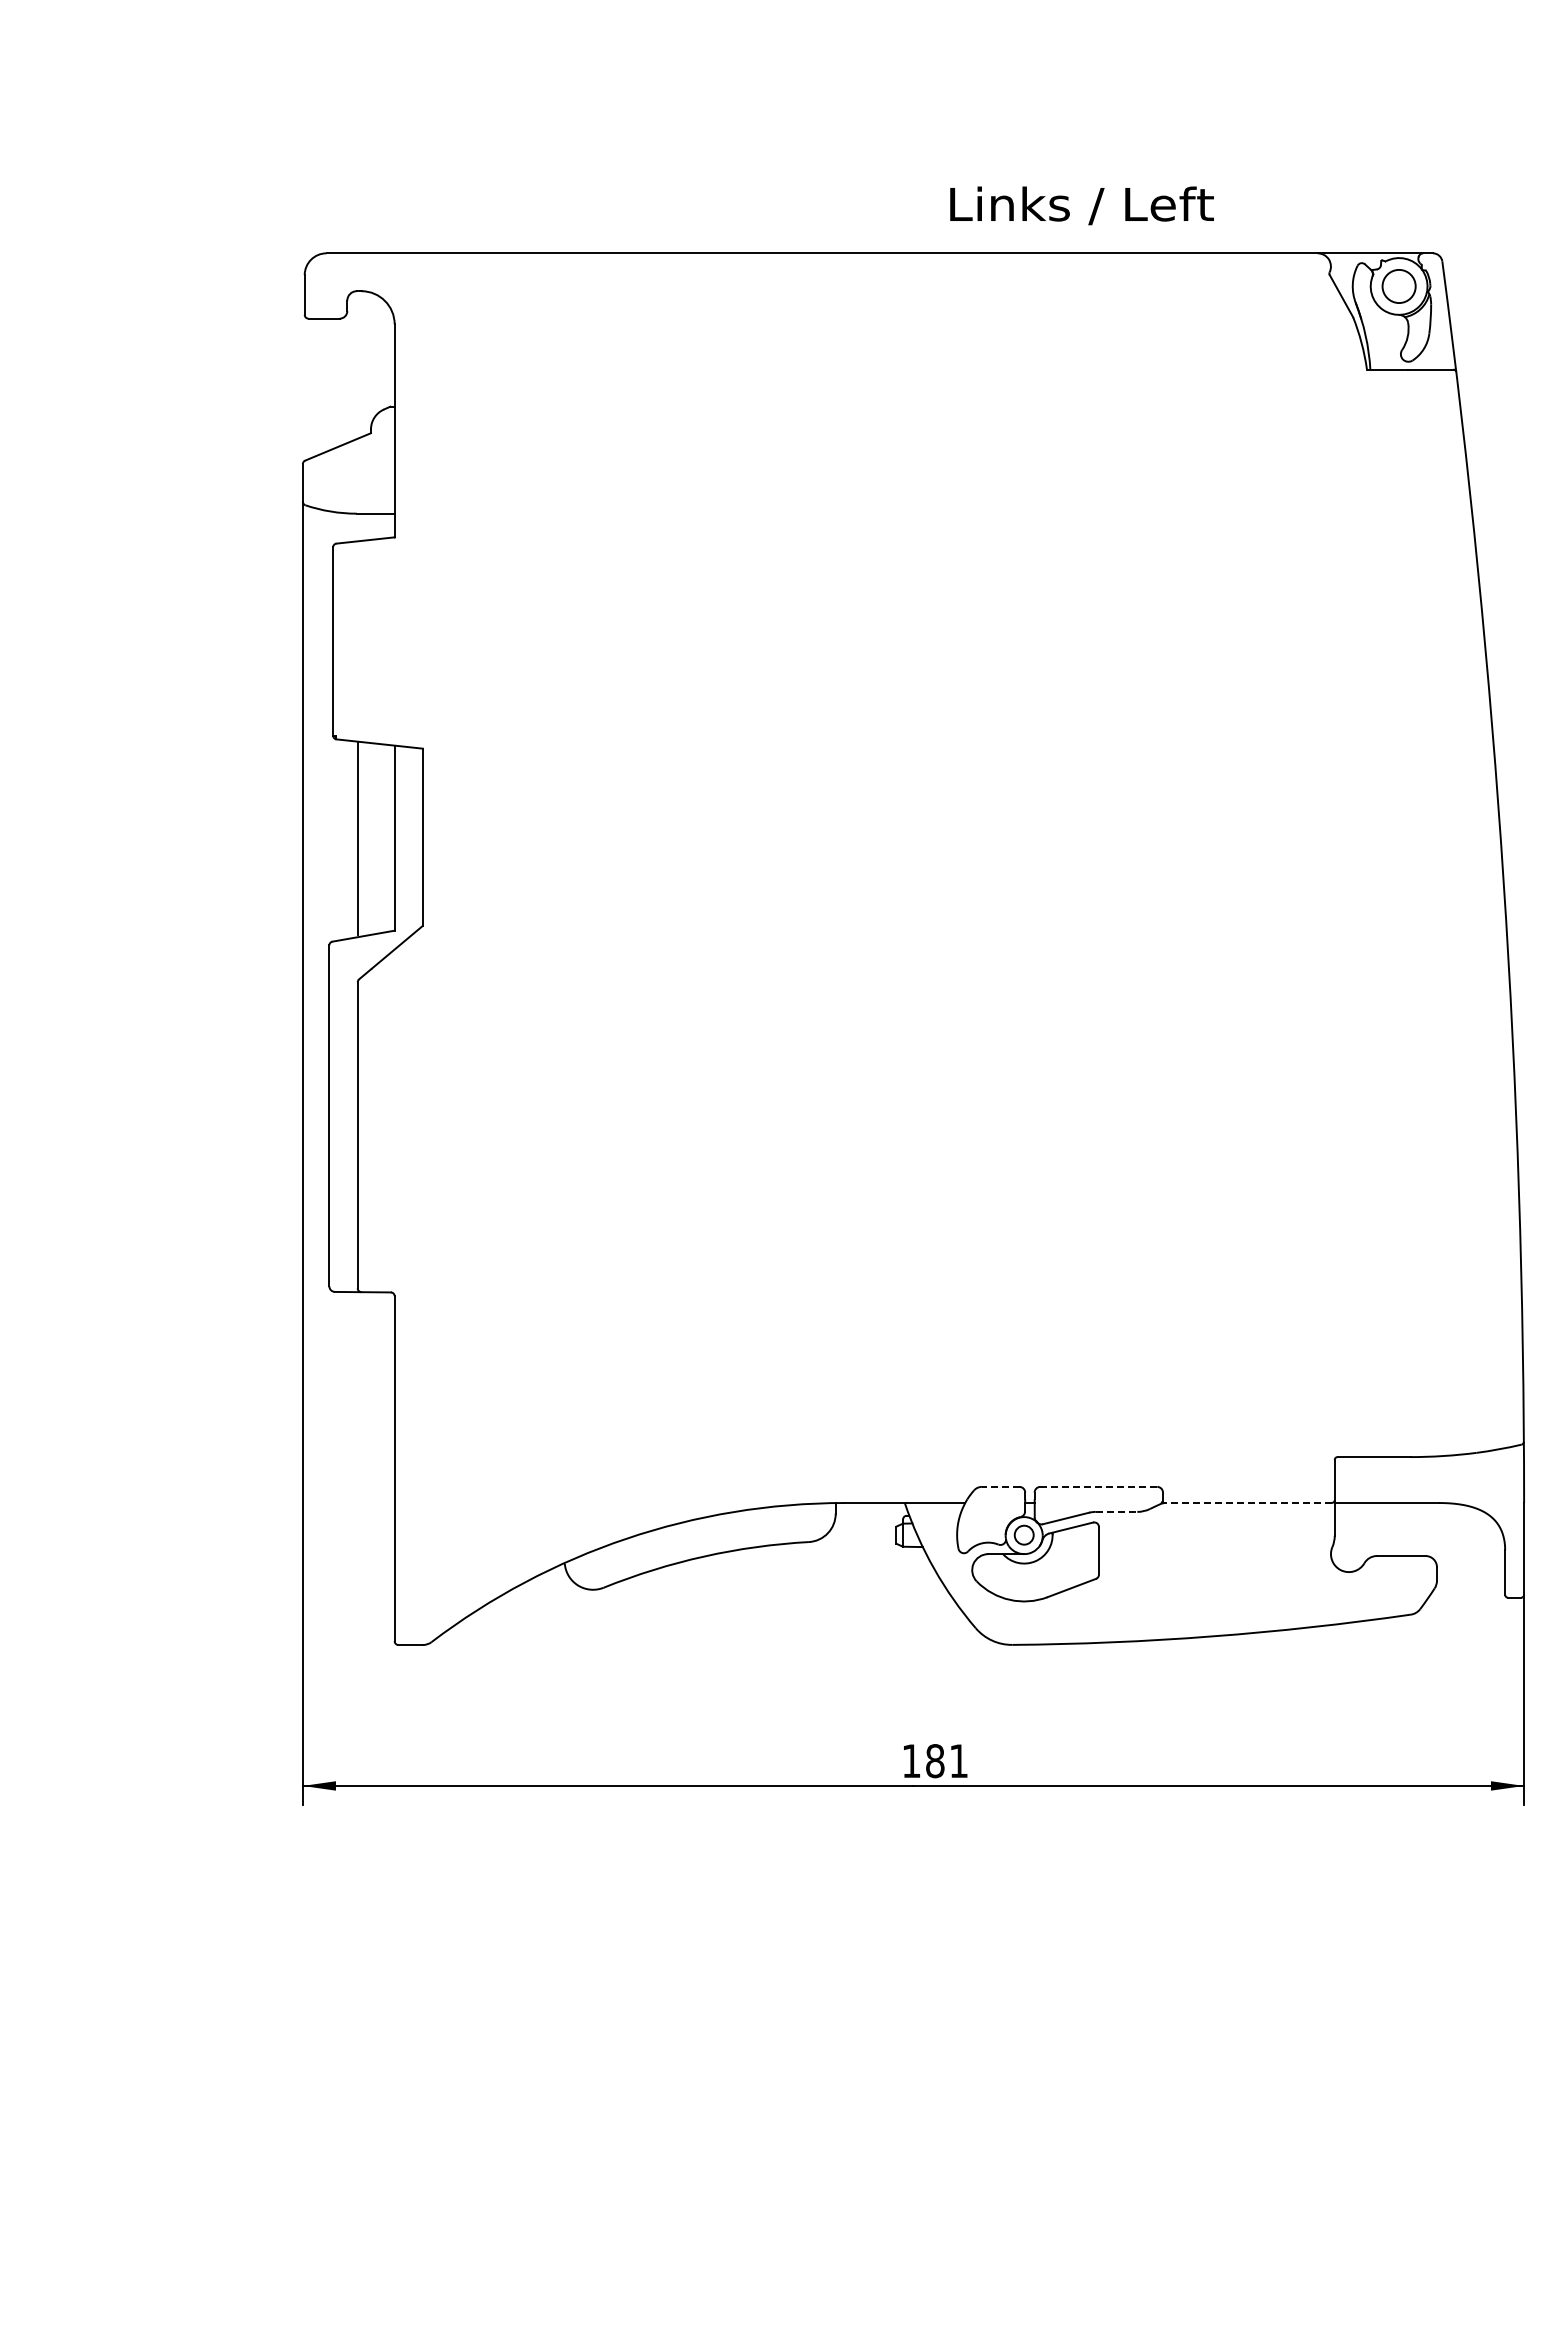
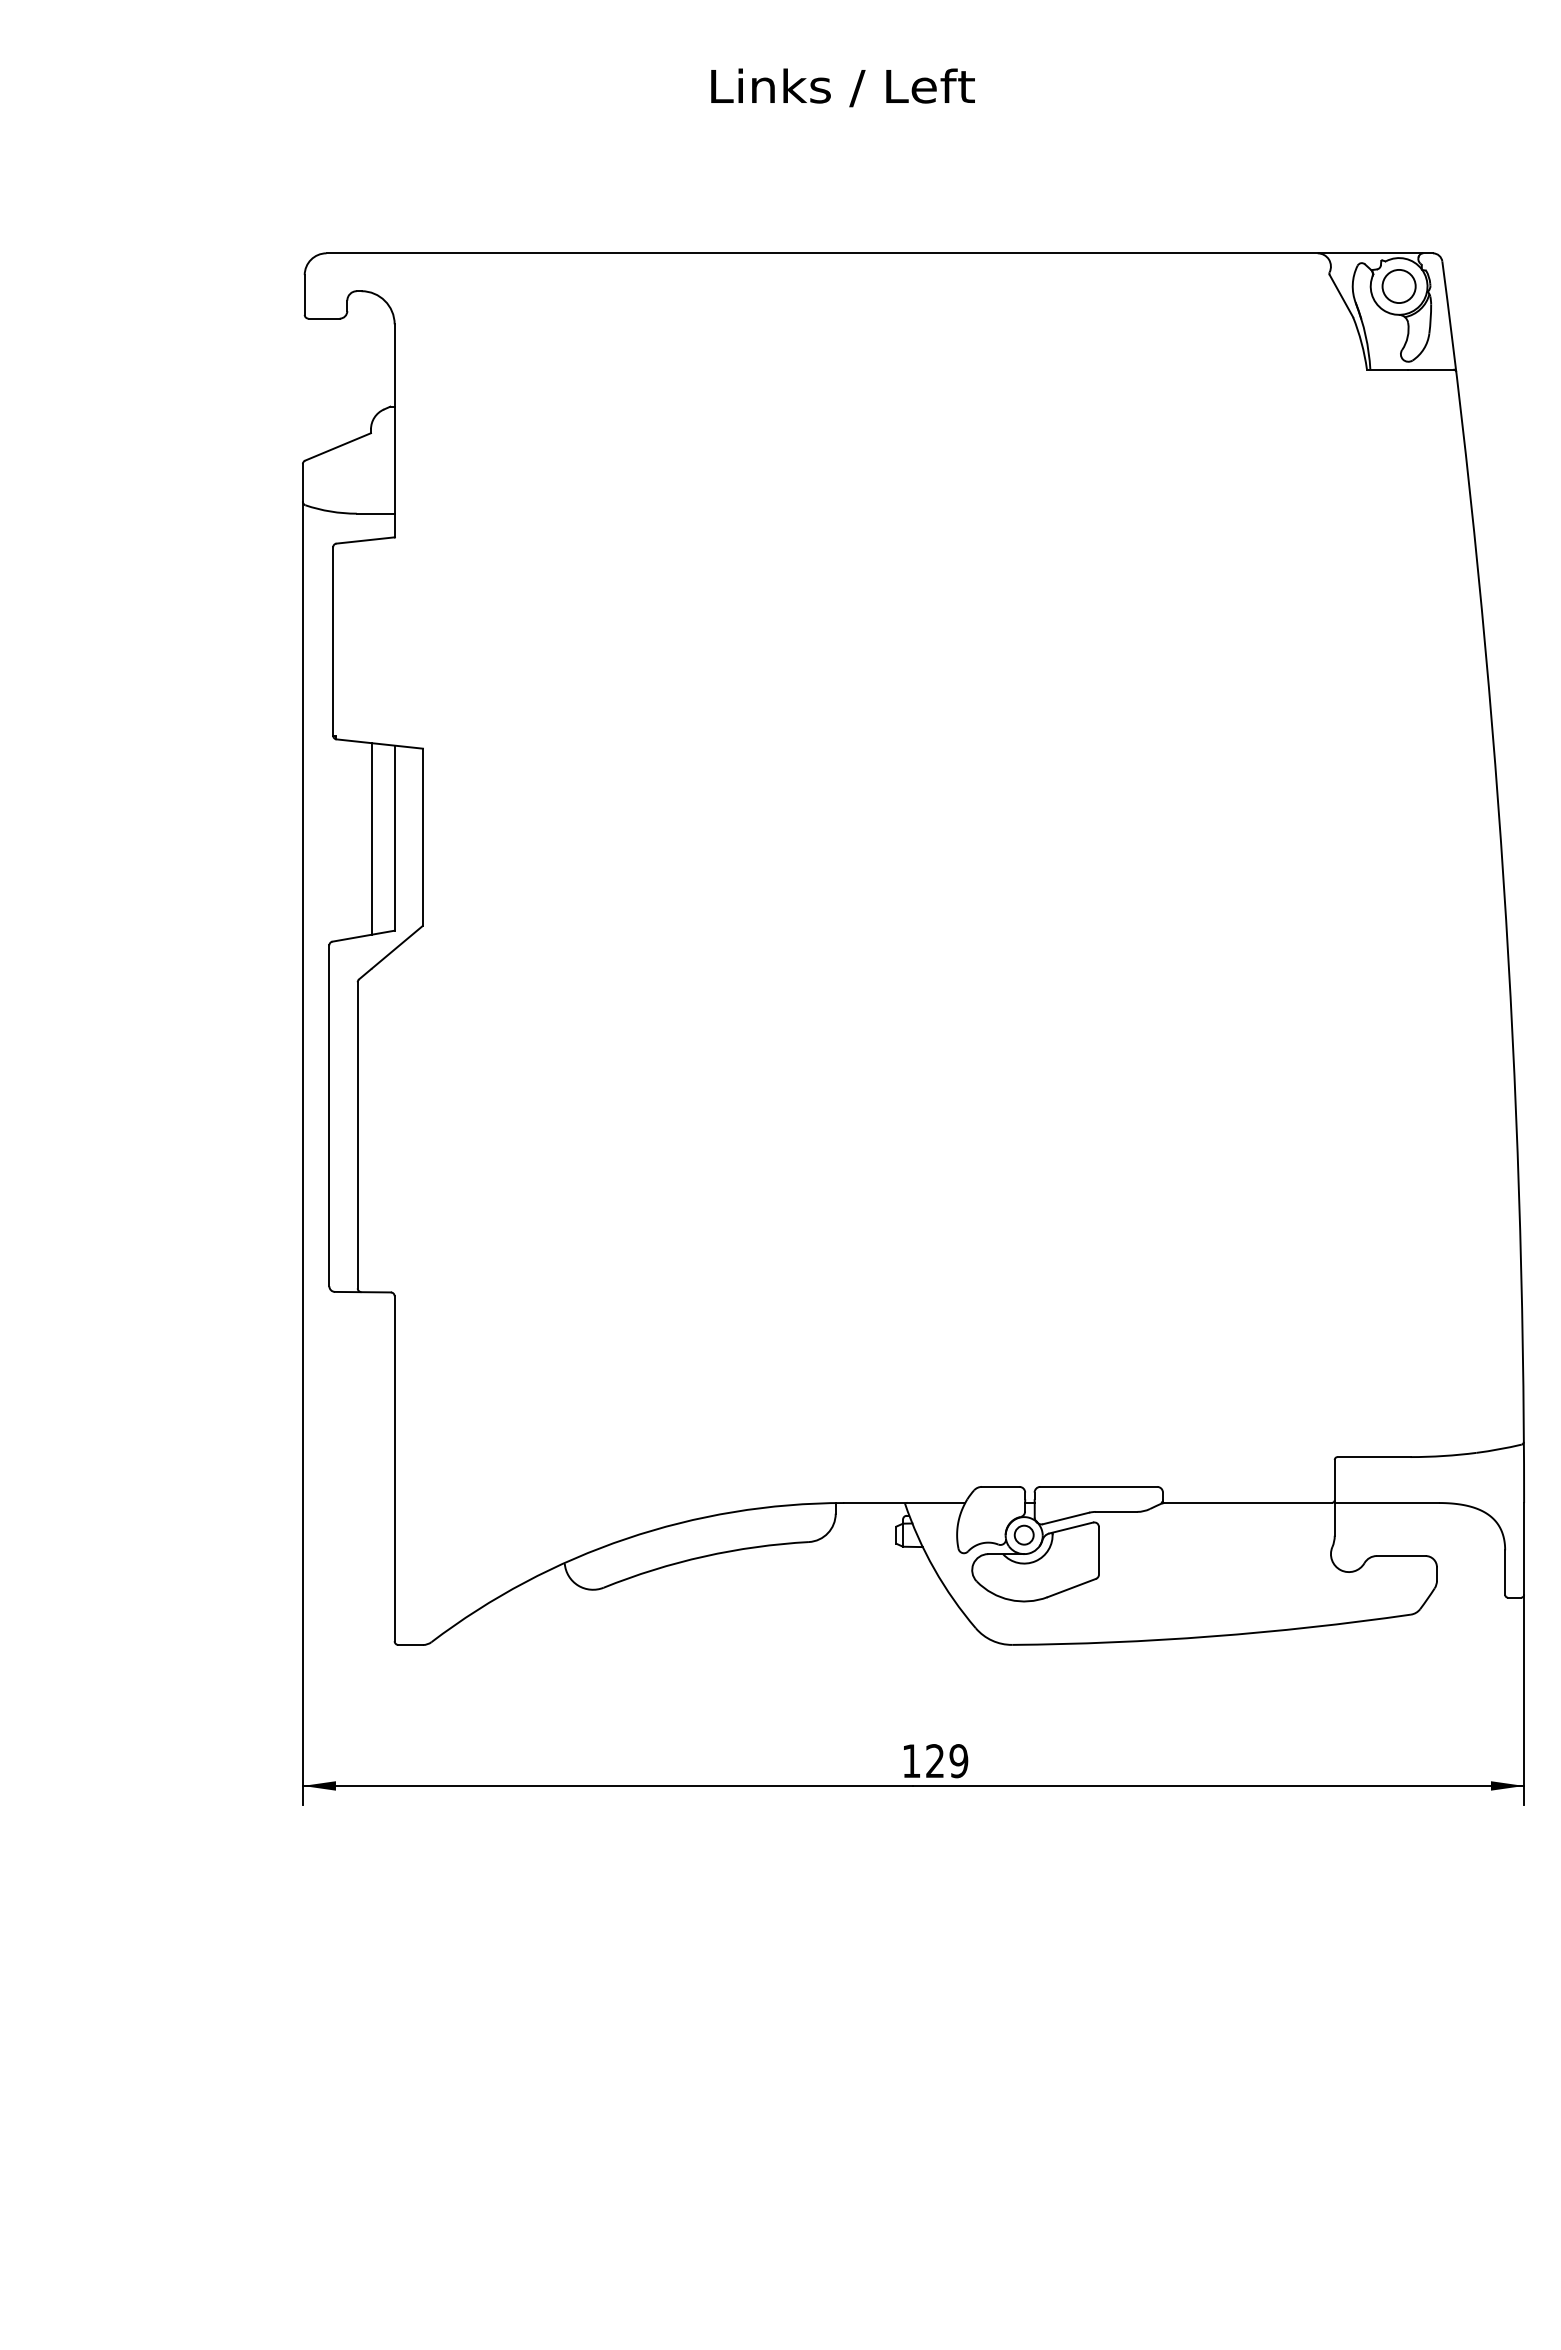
text at (1081, 205) position: (1081, 205) -> (842, 87)
line at (358, 838) position: (358, 838) -> (372, 838)
line at (1000, 1486): dashed -> solid
line at (1099, 1486): dashed -> solid
line at (1247, 1502): dashed -> solid
line at (1116, 1511): dashed -> solid
text at (947, 1761): 181 -> 129
